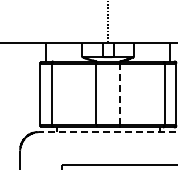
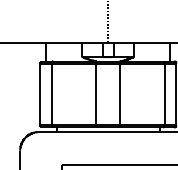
line at (120, 94): dashed -> solid
line at (107, 132): dashed -> solid
